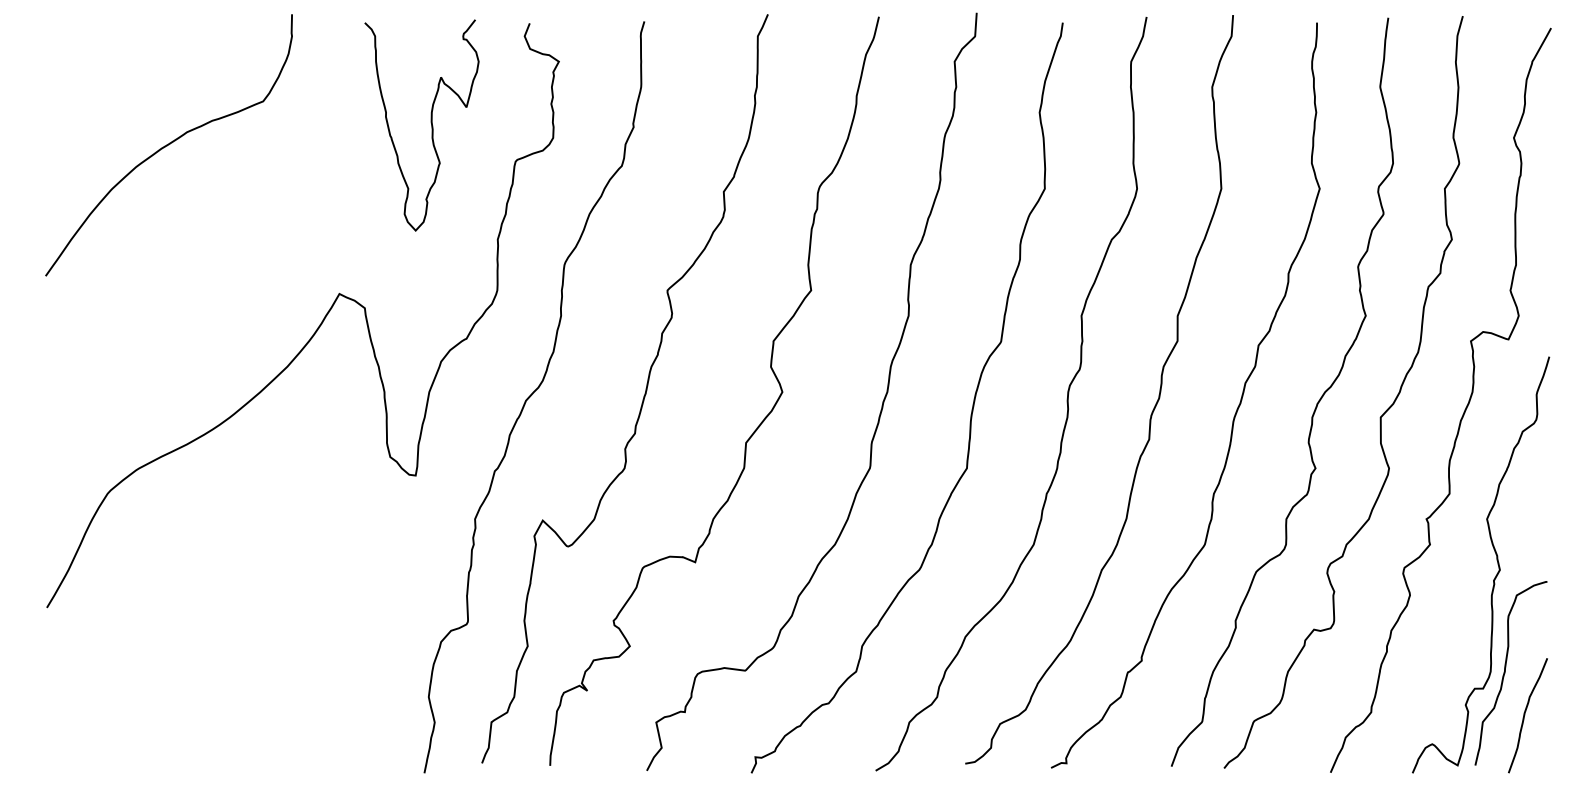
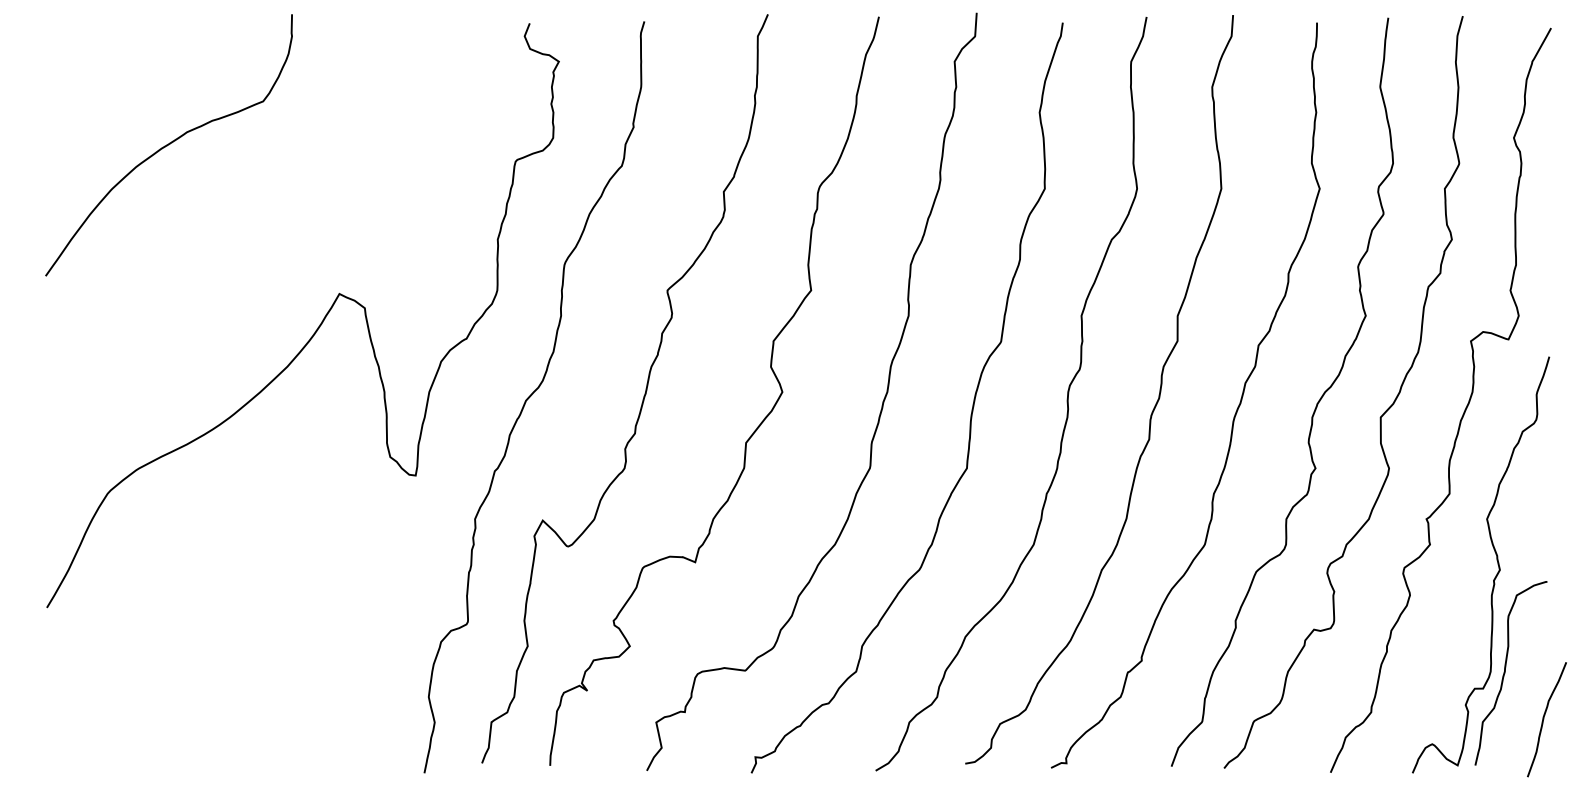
curve at (430, 122): present -> none
curve at (1525, 715) position: (1525, 715) -> (1544, 719)
